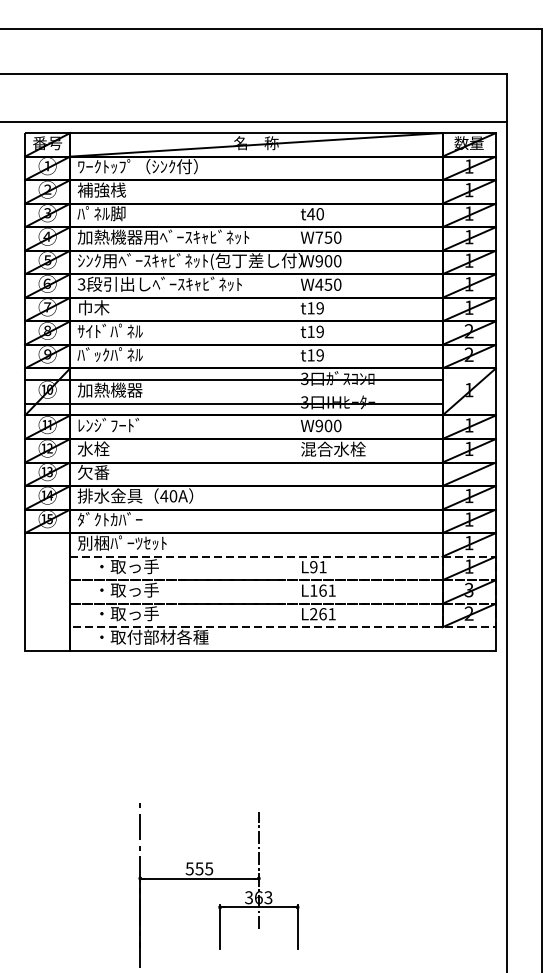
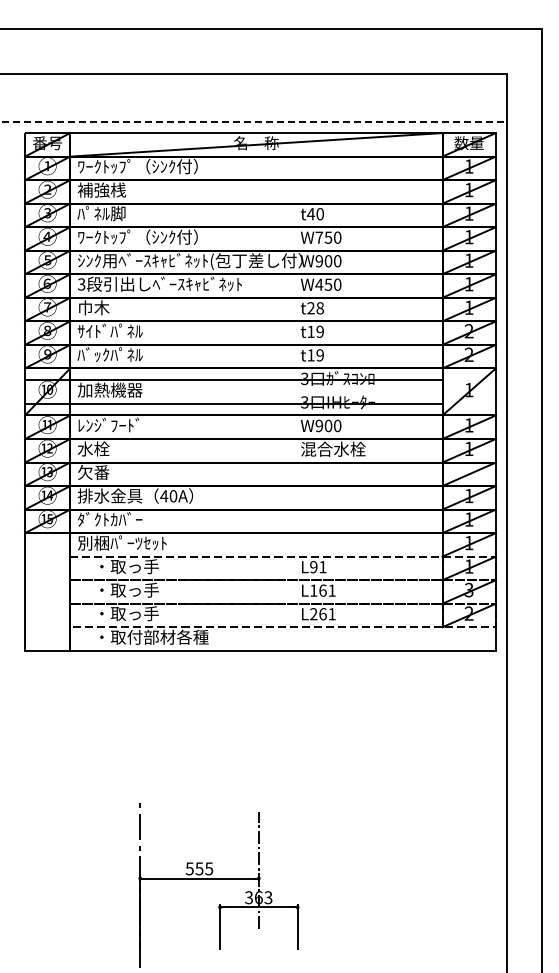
line at (254, 122): solid -> dashed
text at (163, 236): 加熱機器用ﾍﾞｰｽｷｬﾋﾞﾈｯﾄ -> ﾜｰｸﾄｯﾌﾟ（ｼﾝｸ付）
text at (315, 308): t19 -> t28
